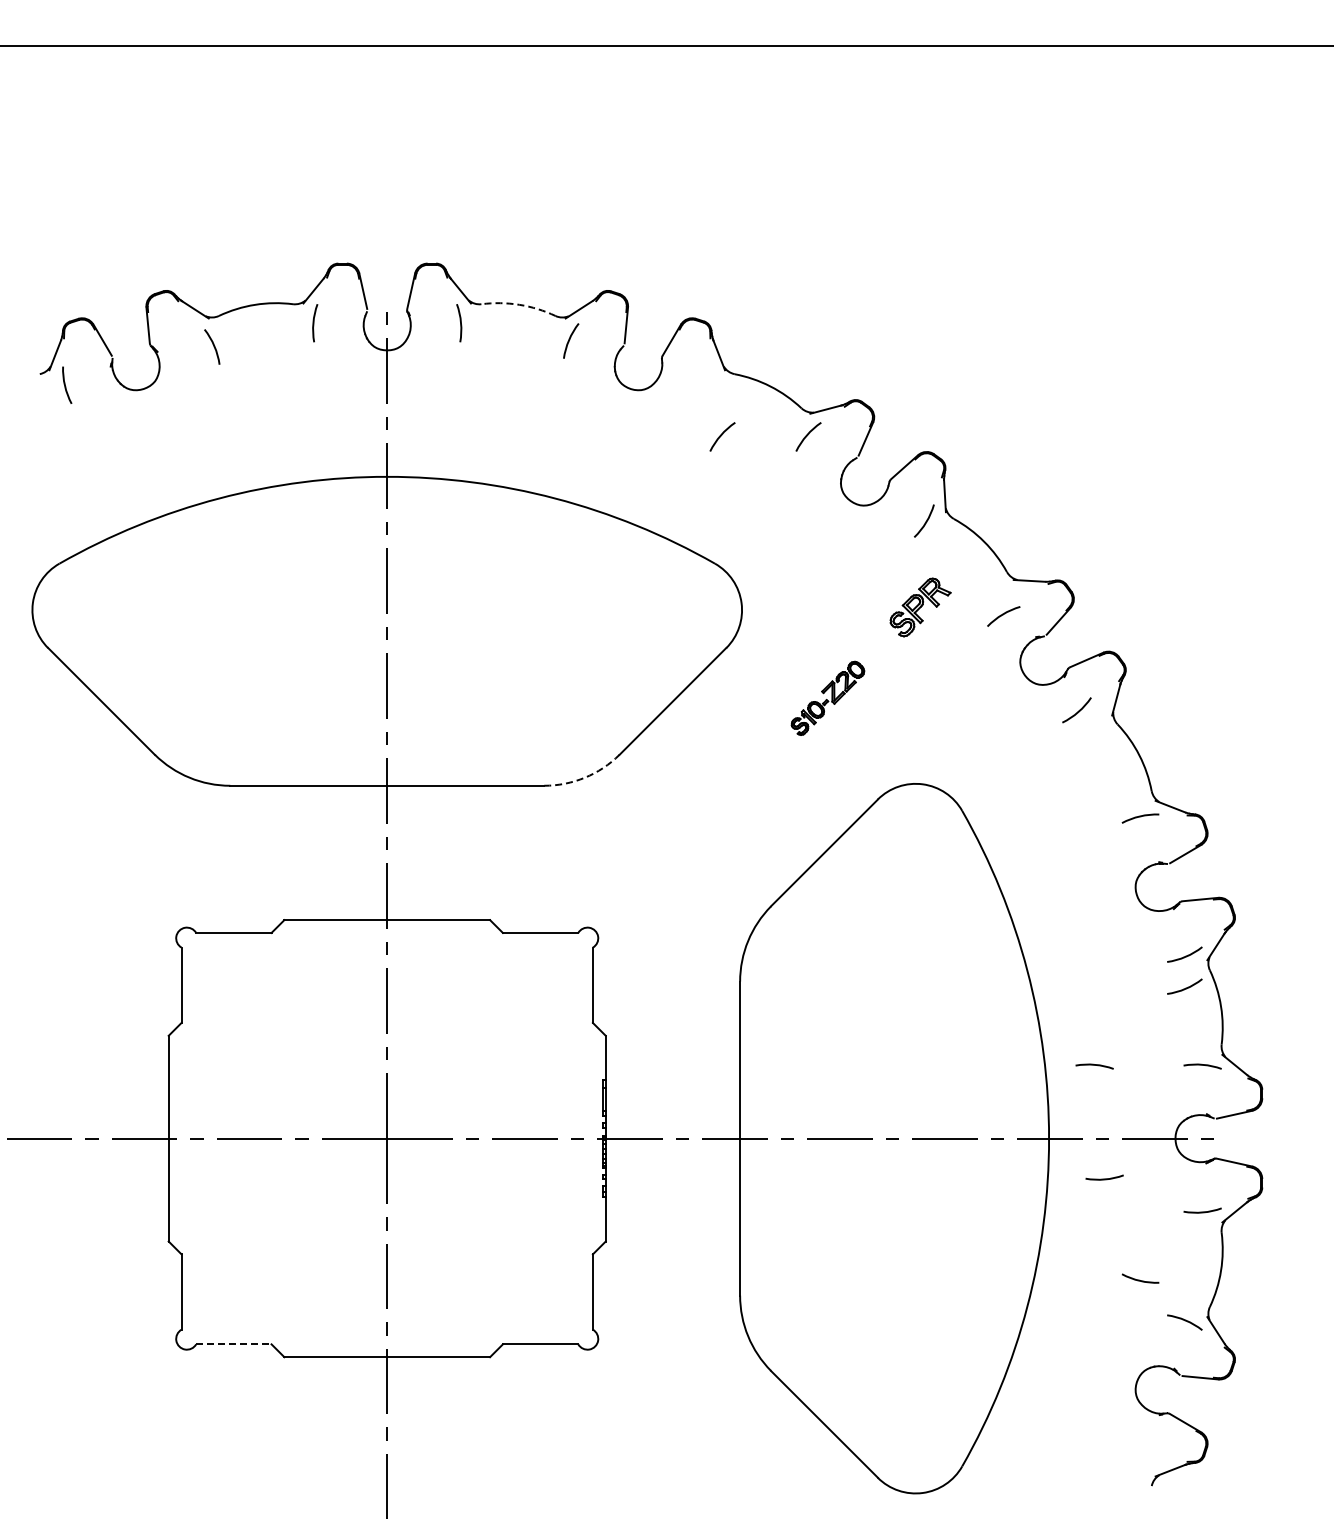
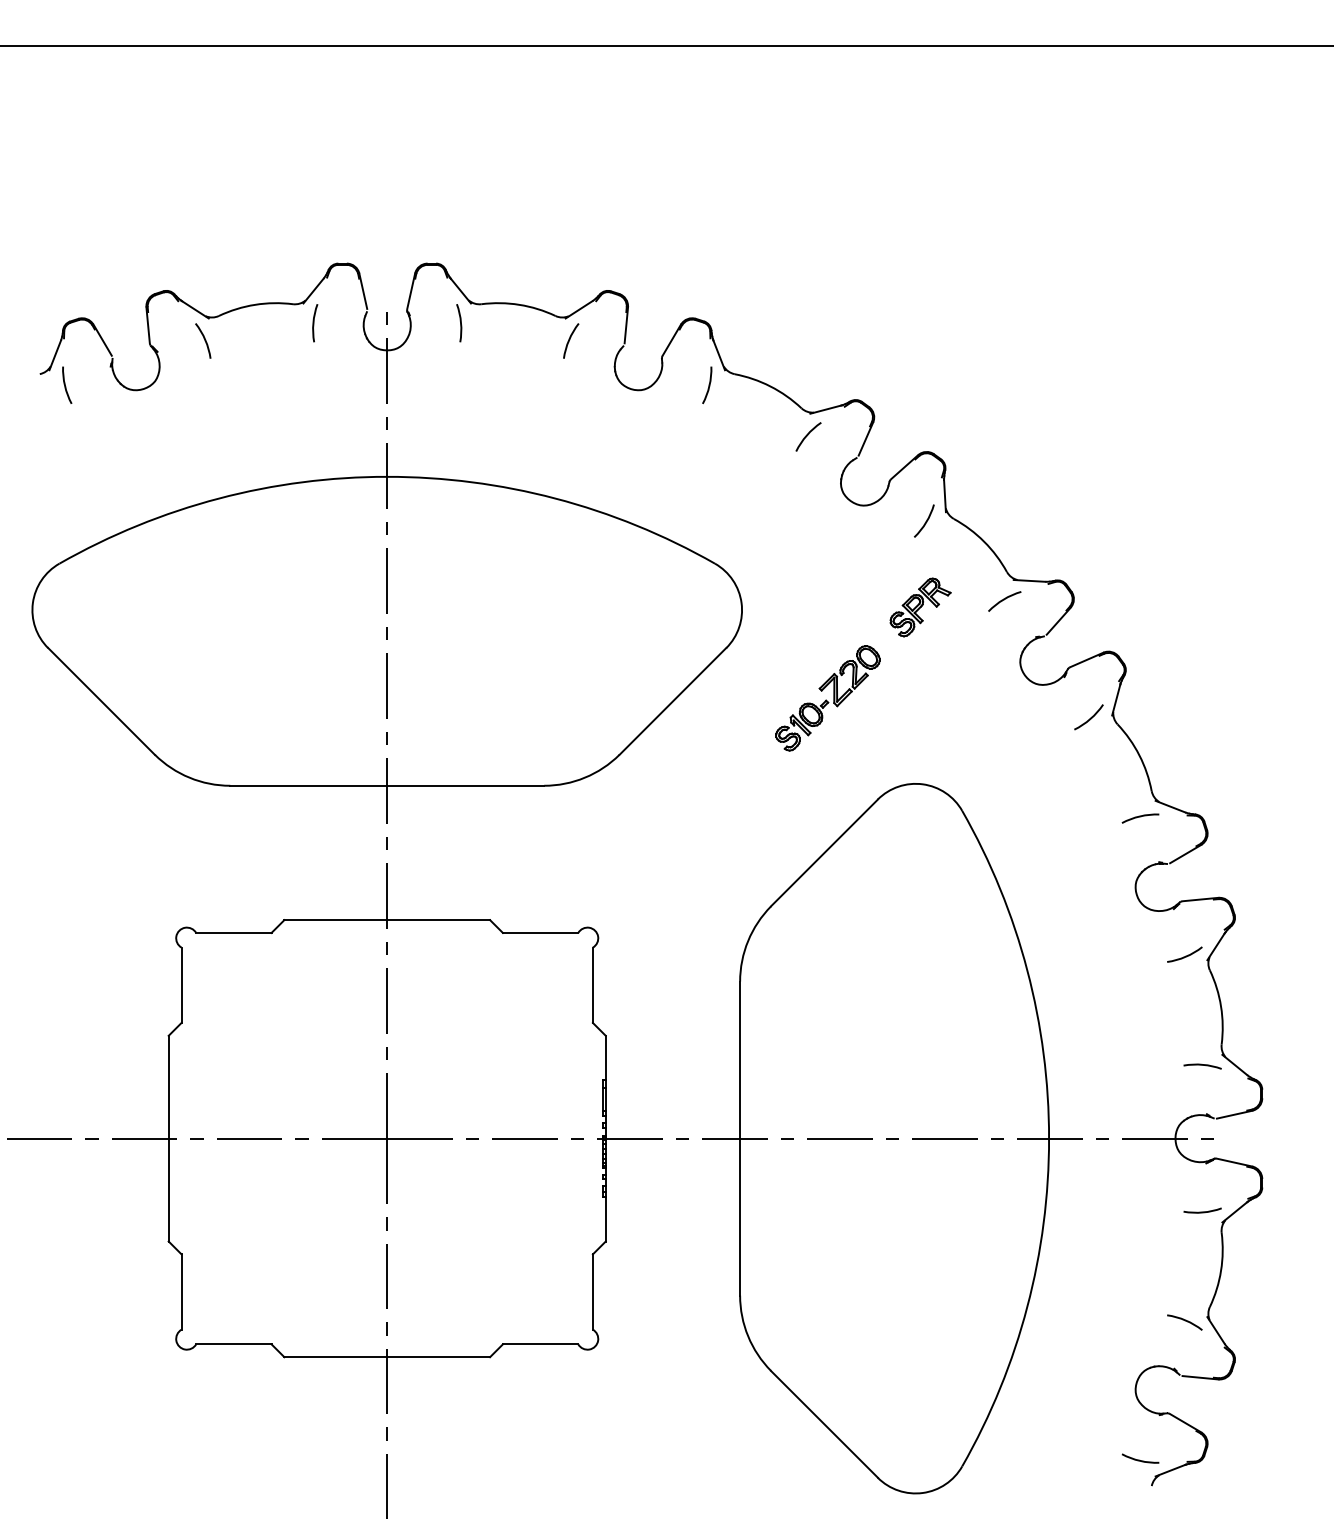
arc at (519, 304): dashed -> solid
arc at (213, 346) position: (213, 346) -> (204, 340)
arc at (708, 385): none -> present
arc at (722, 435): present -> none
arc at (1003, 615) position: (1003, 615) -> (1004, 600)
part at (827, 697) size: 76x76 px -> 106x107 px
arc at (1077, 711) position: (1077, 711) -> (1089, 718)
arc at (584, 777): dashed -> solid
arc at (1185, 987): present -> none
arc at (1094, 1065): present -> none
arc at (1104, 1178): present -> none
arc at (1139, 1279) position: (1139, 1279) -> (1139, 1459)
line at (233, 1344): dashed -> solid
